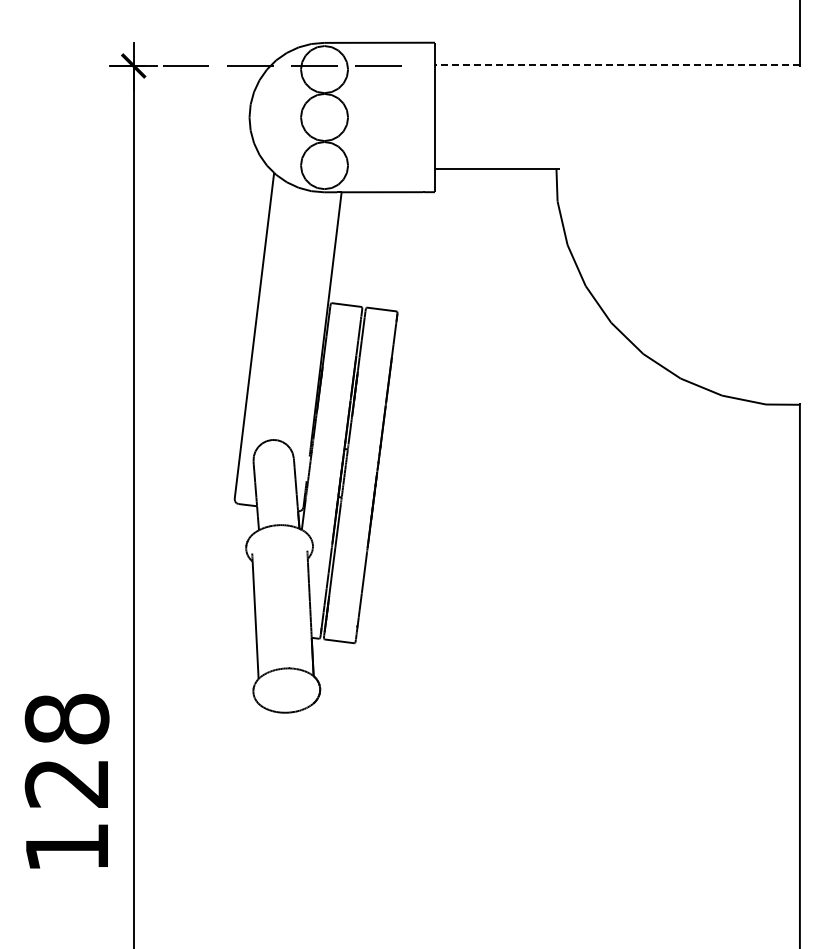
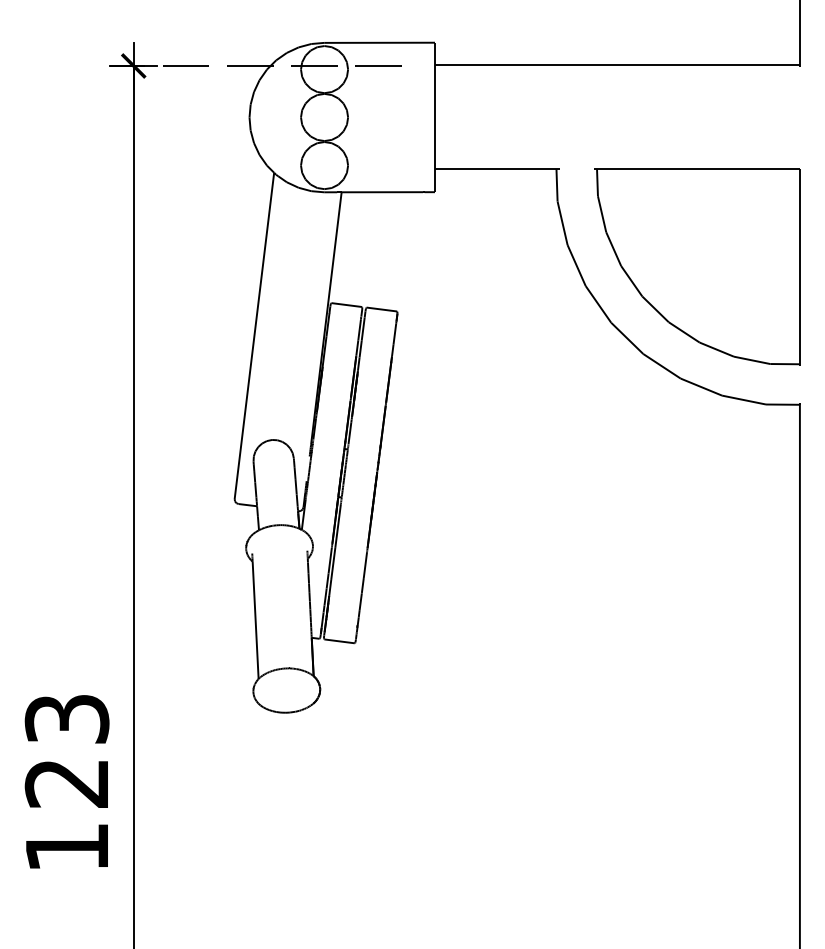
line at (616, 65): dashed -> solid
part at (697, 266): none -> present
text at (66, 718): 128 -> 123
